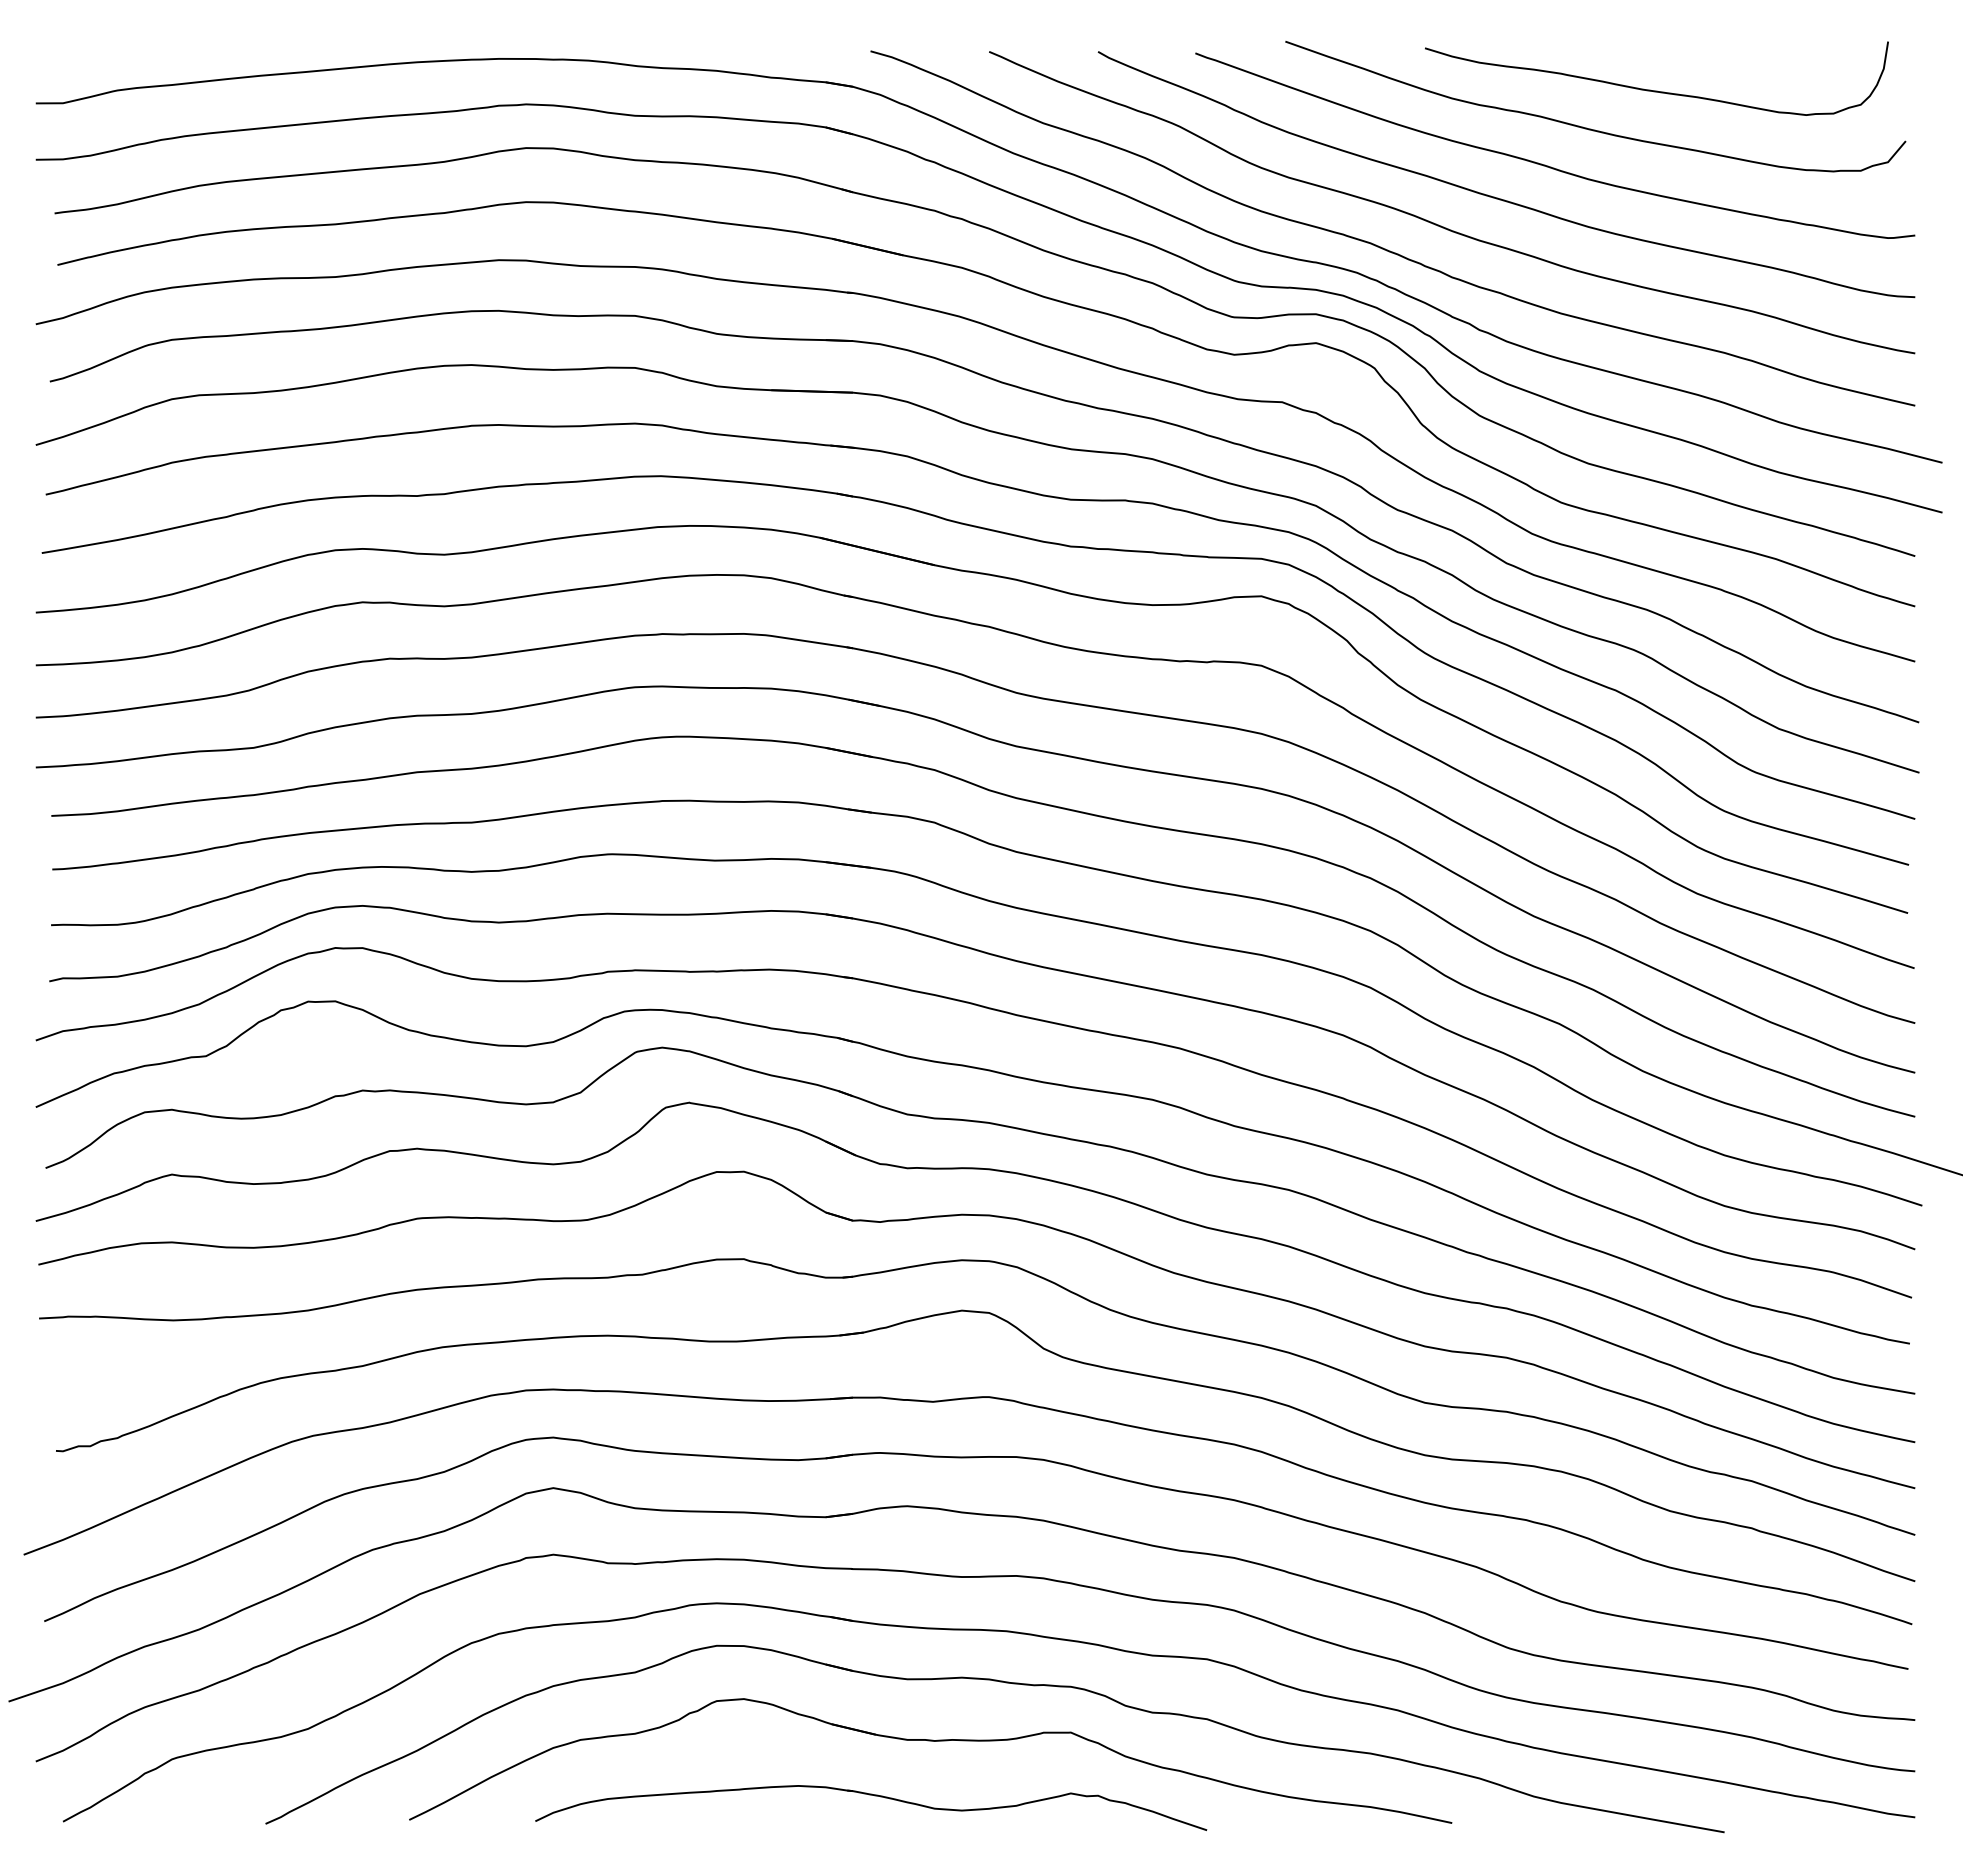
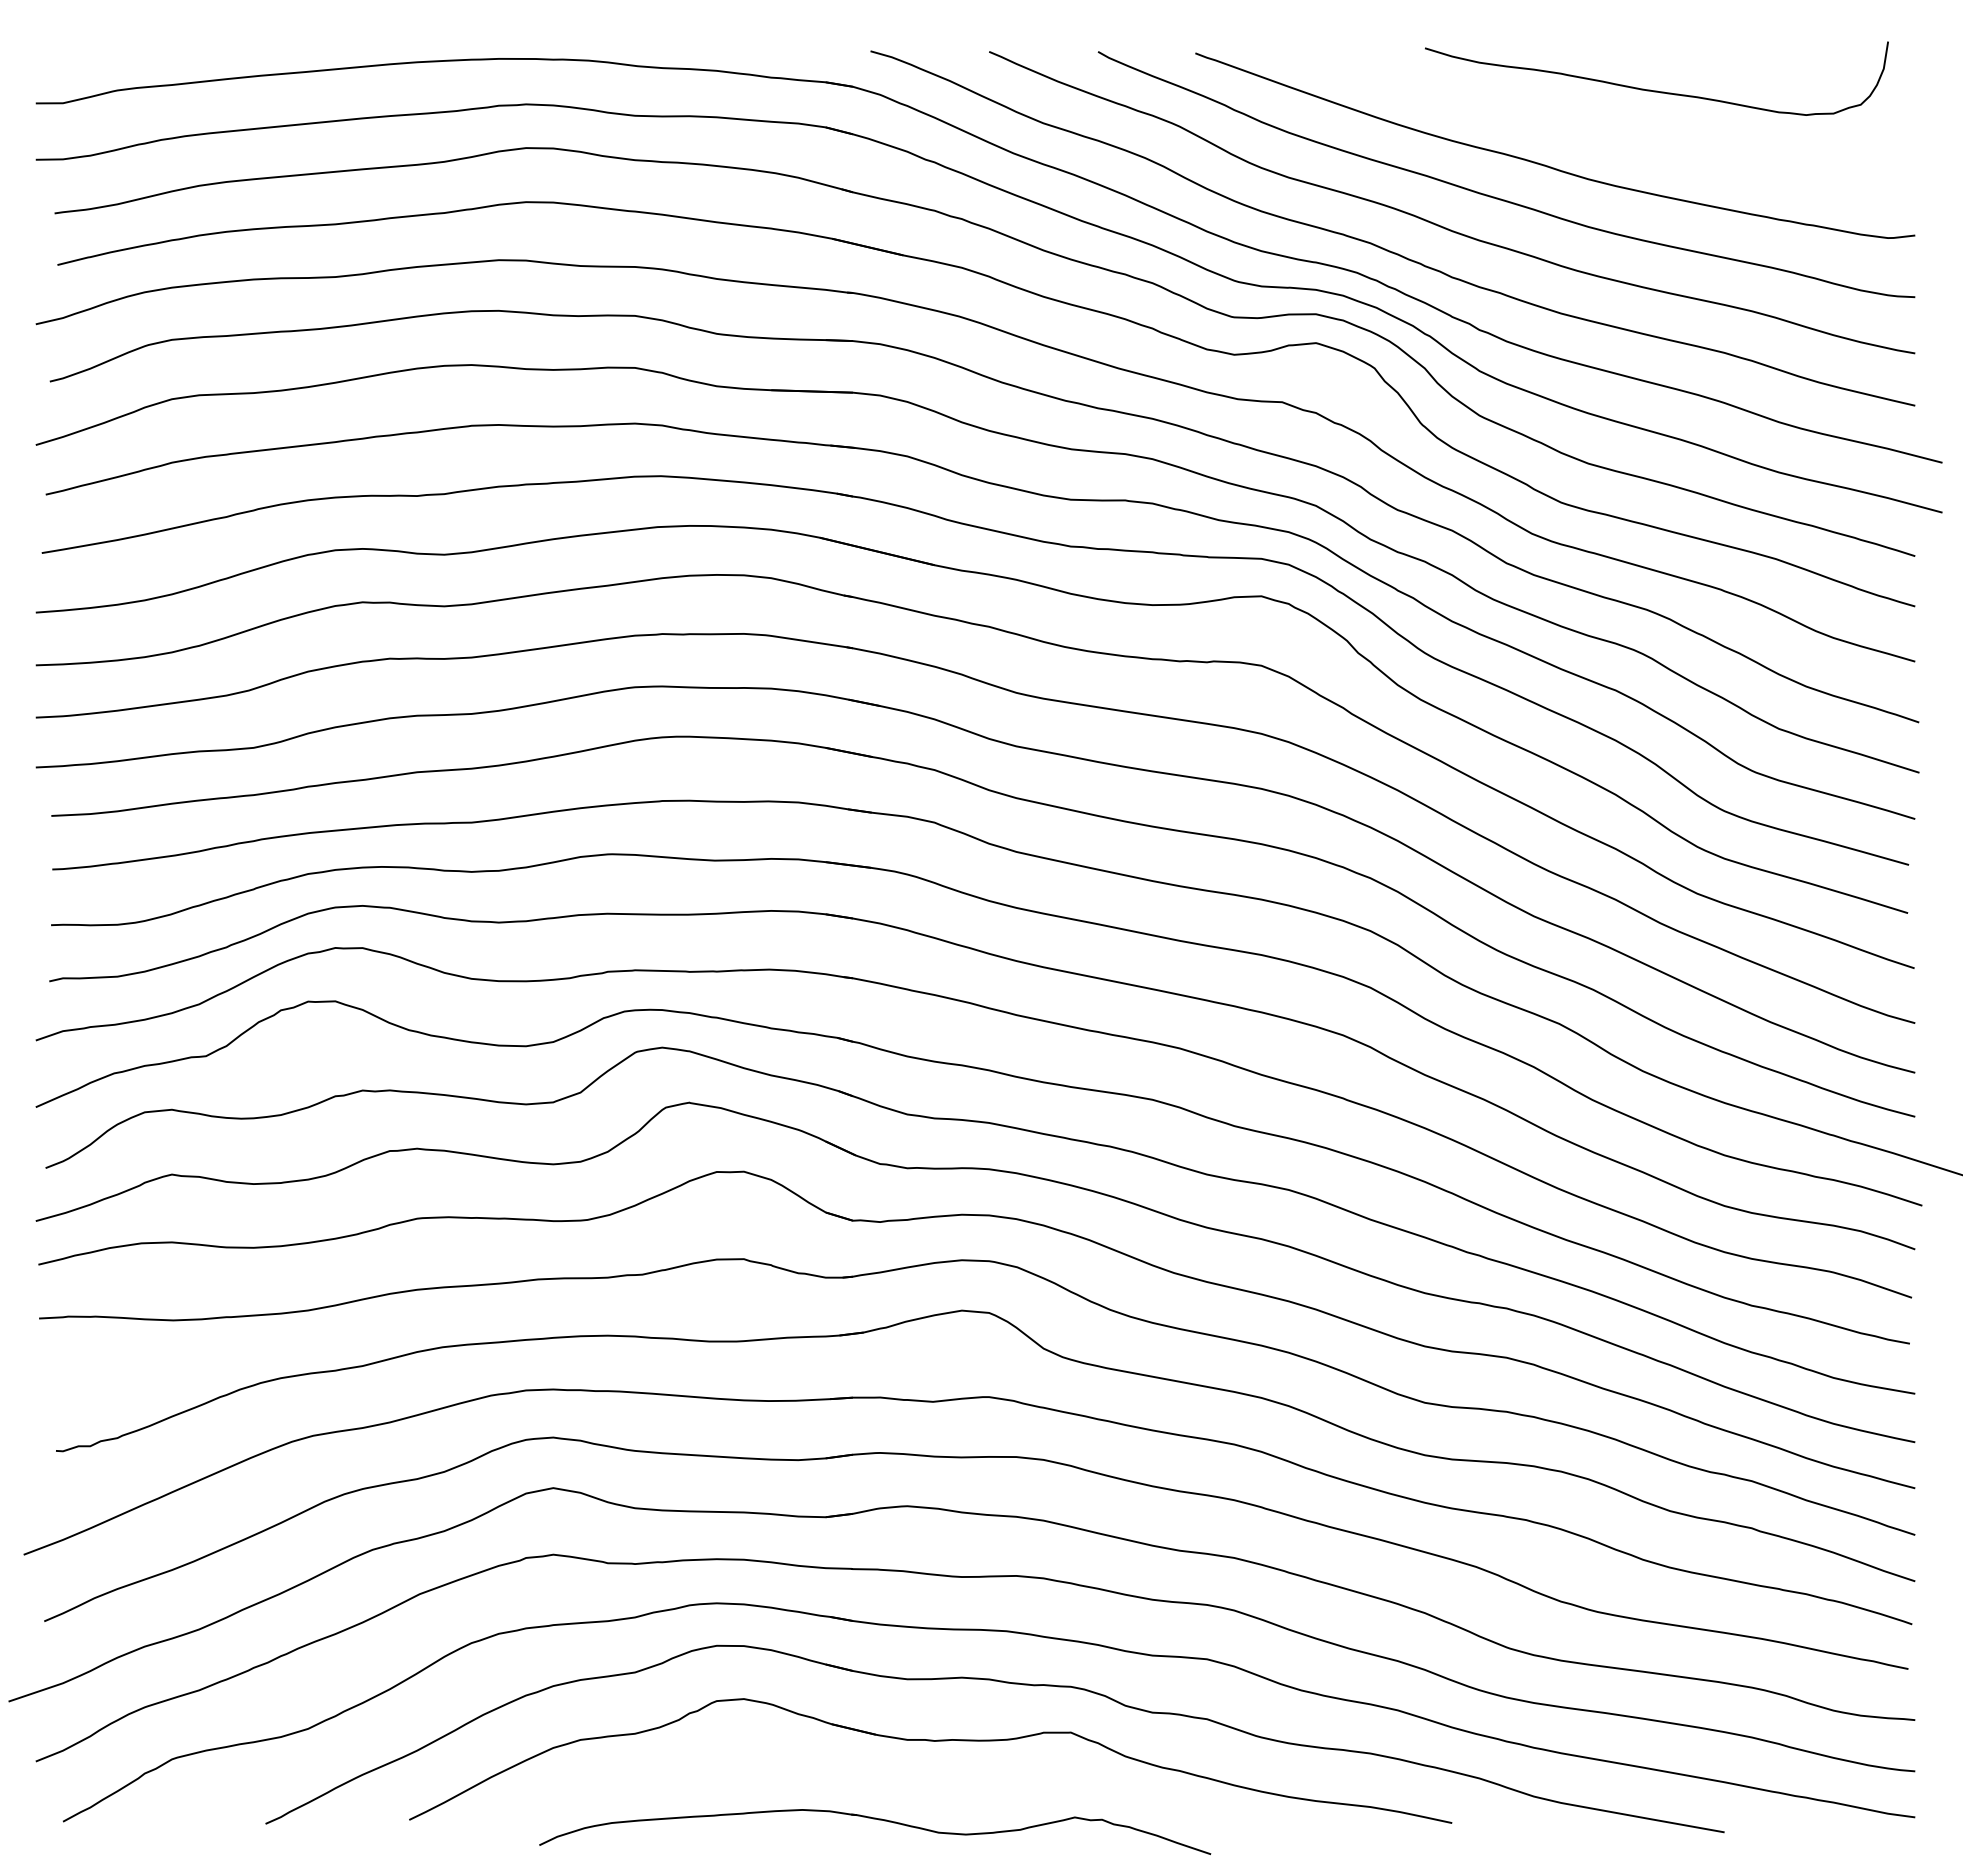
curve at (1590, 128): present -> none
part at (874, 1796) position: (874, 1796) -> (878, 1820)
